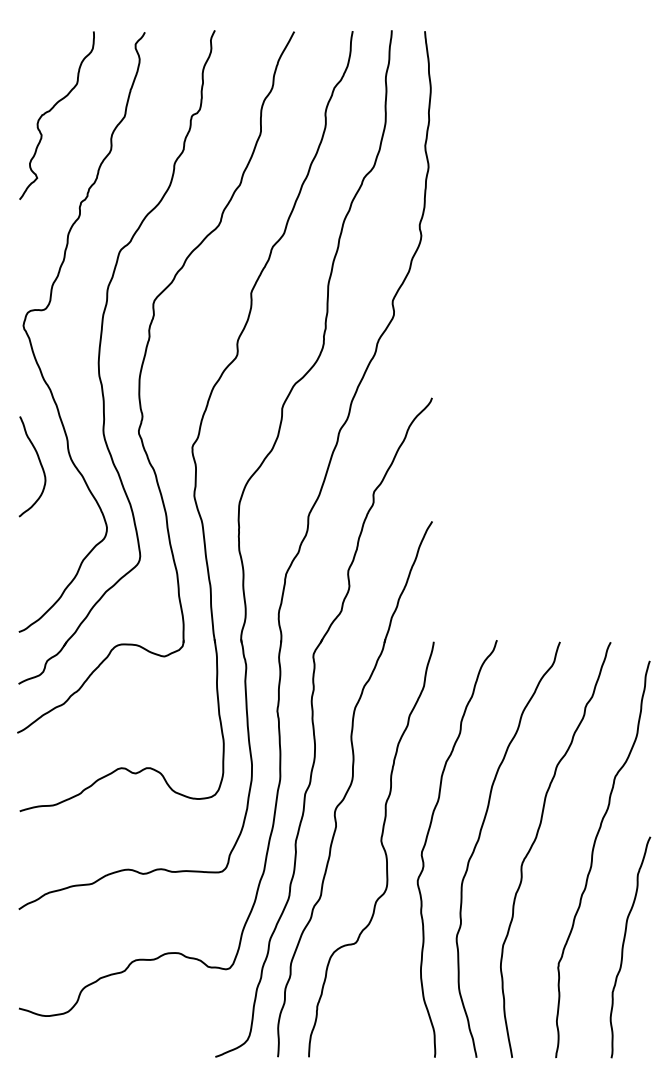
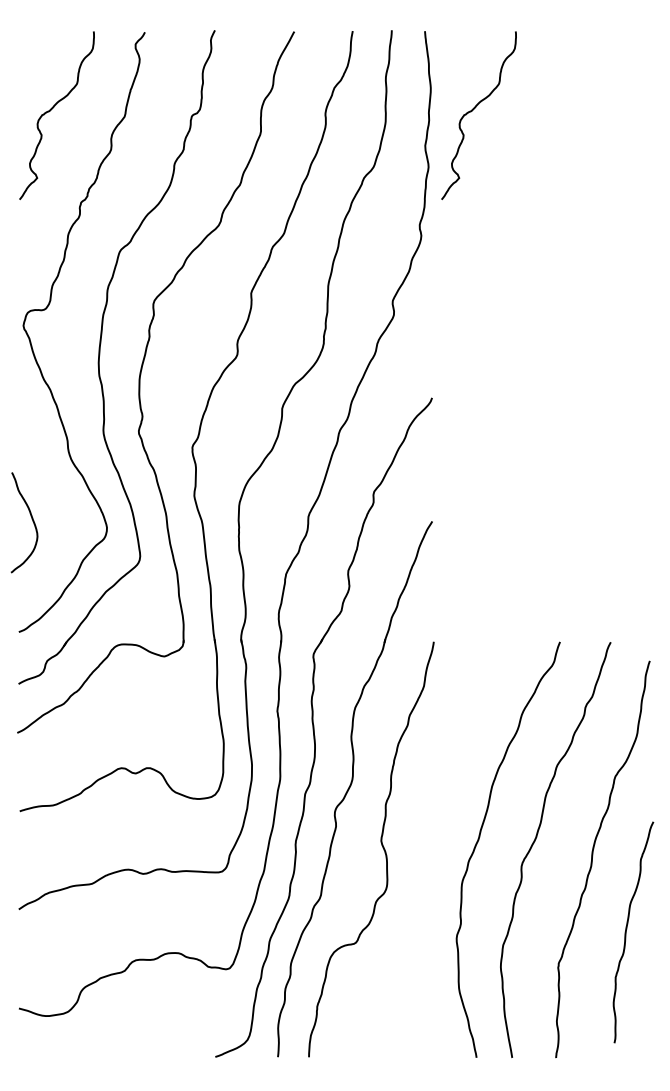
curve at (473, 110): none -> present
curve at (39, 463) position: (39, 463) -> (31, 519)
curve at (427, 839): present -> none
curve at (624, 944) position: (624, 944) -> (627, 929)
